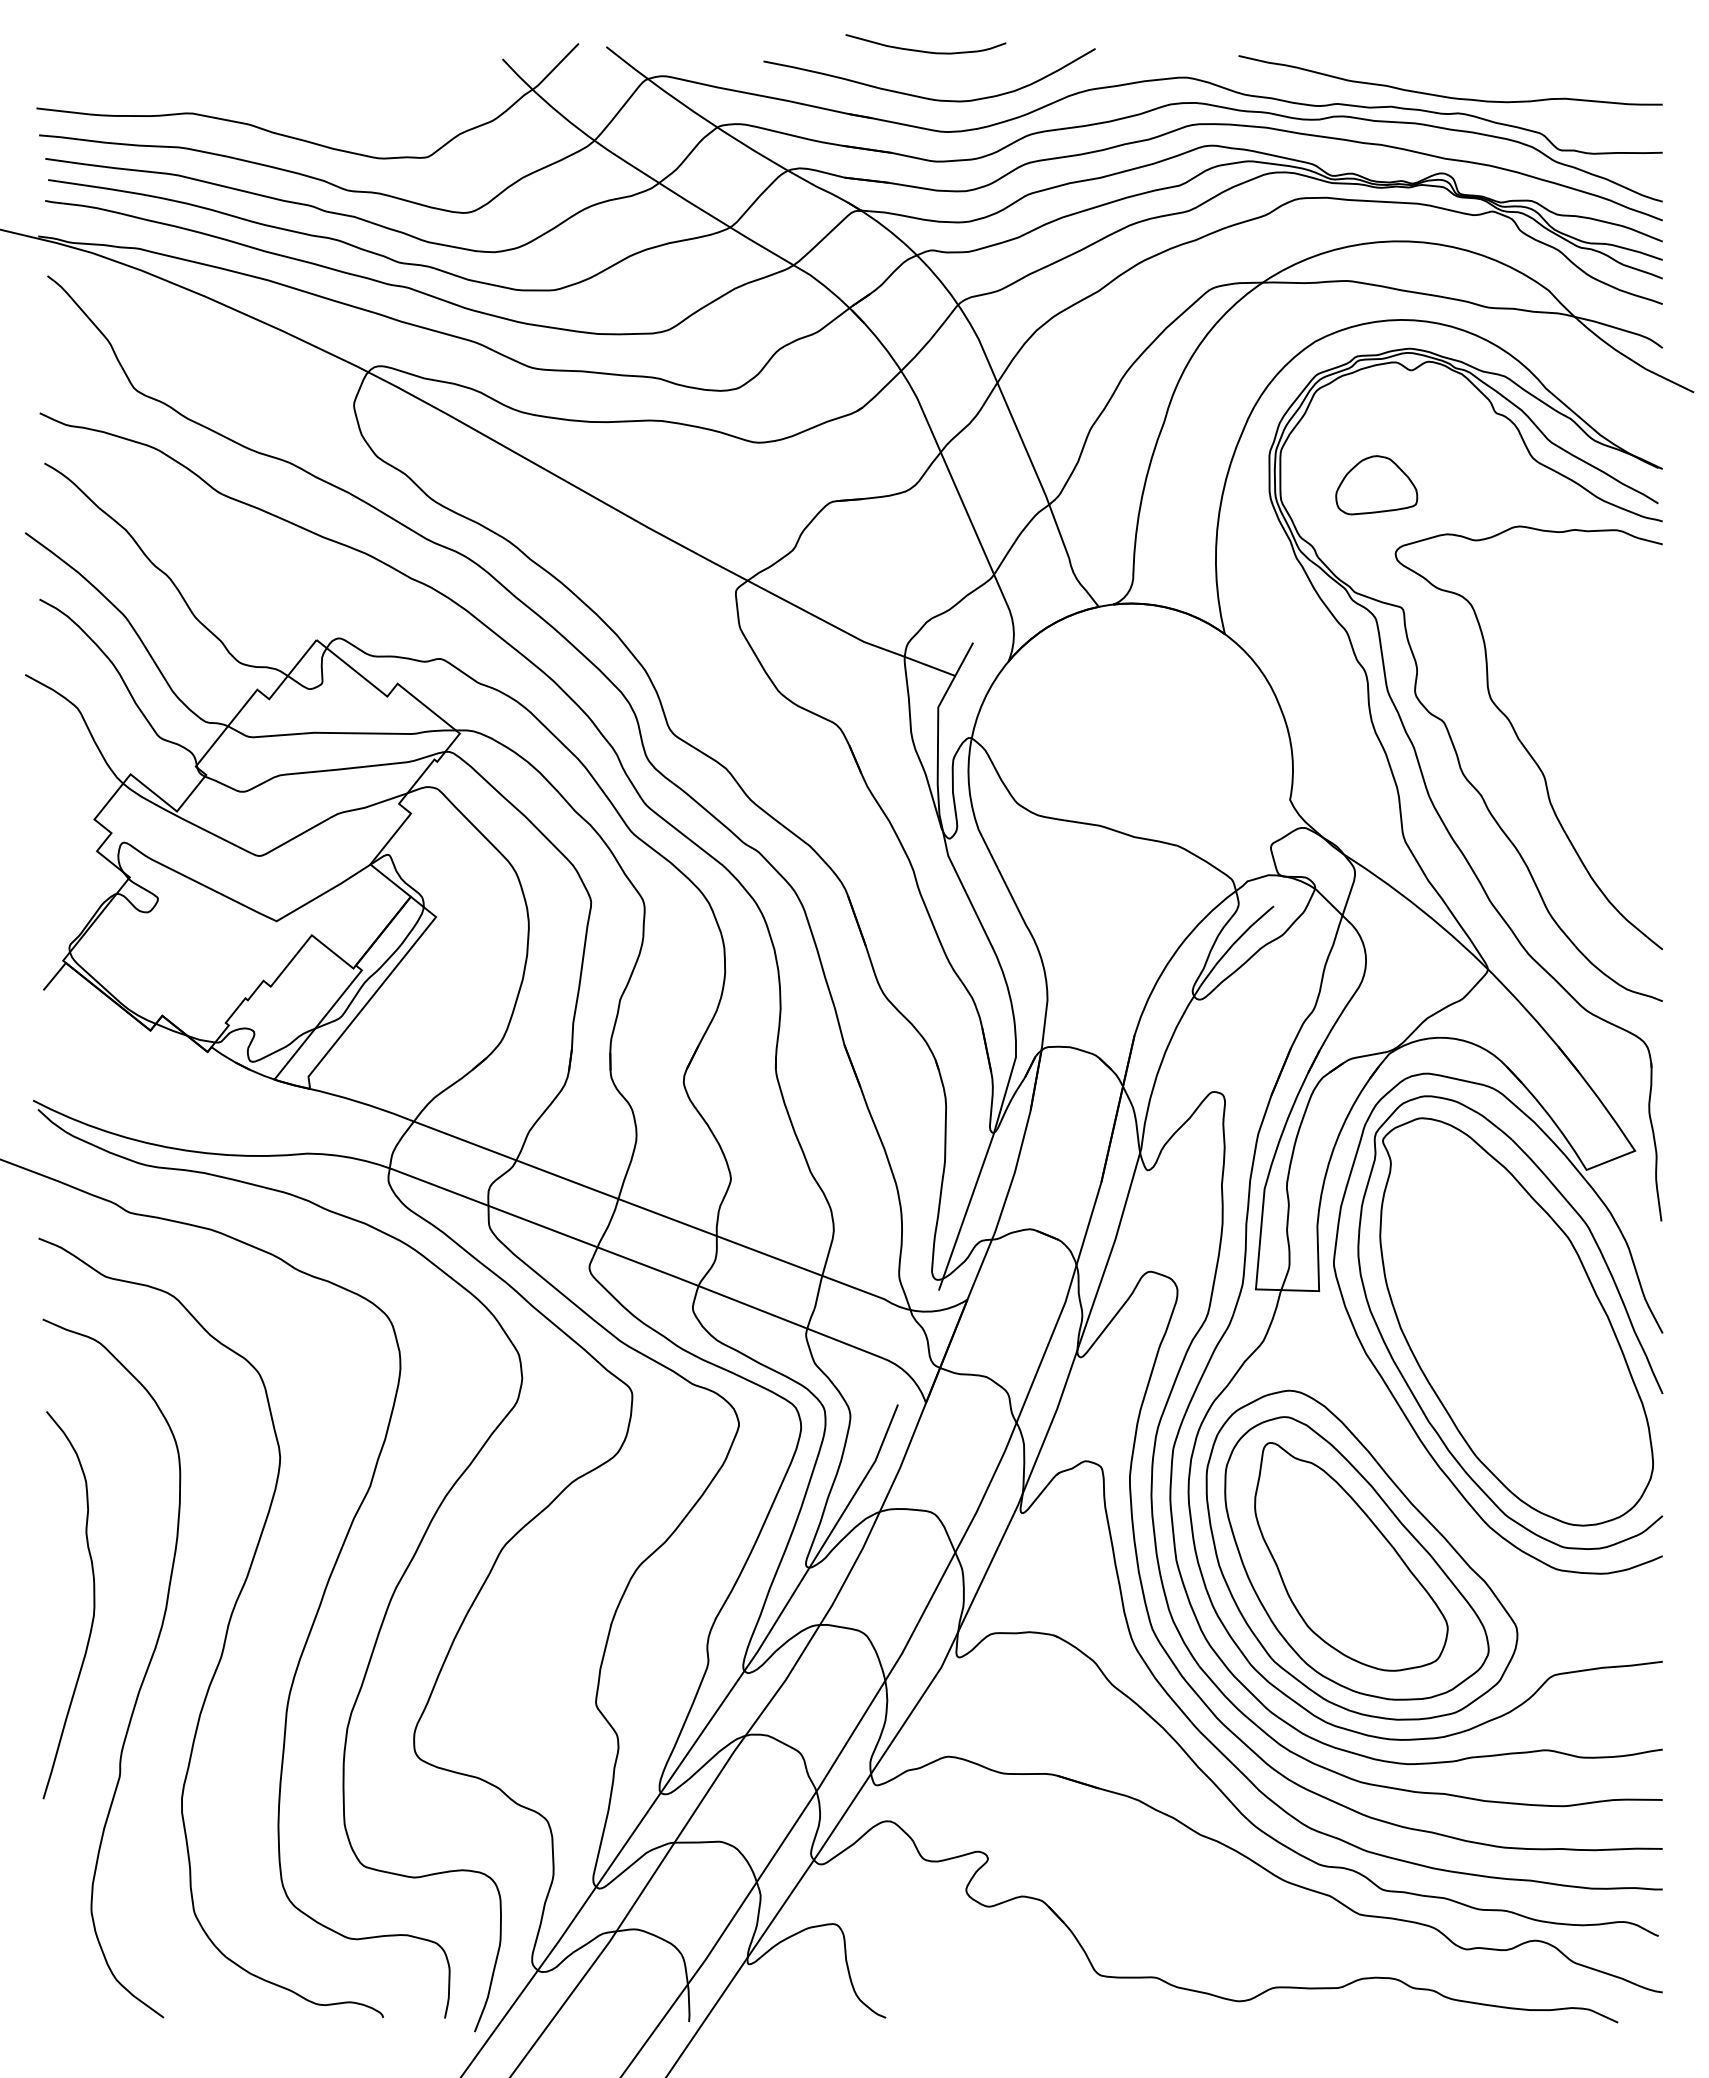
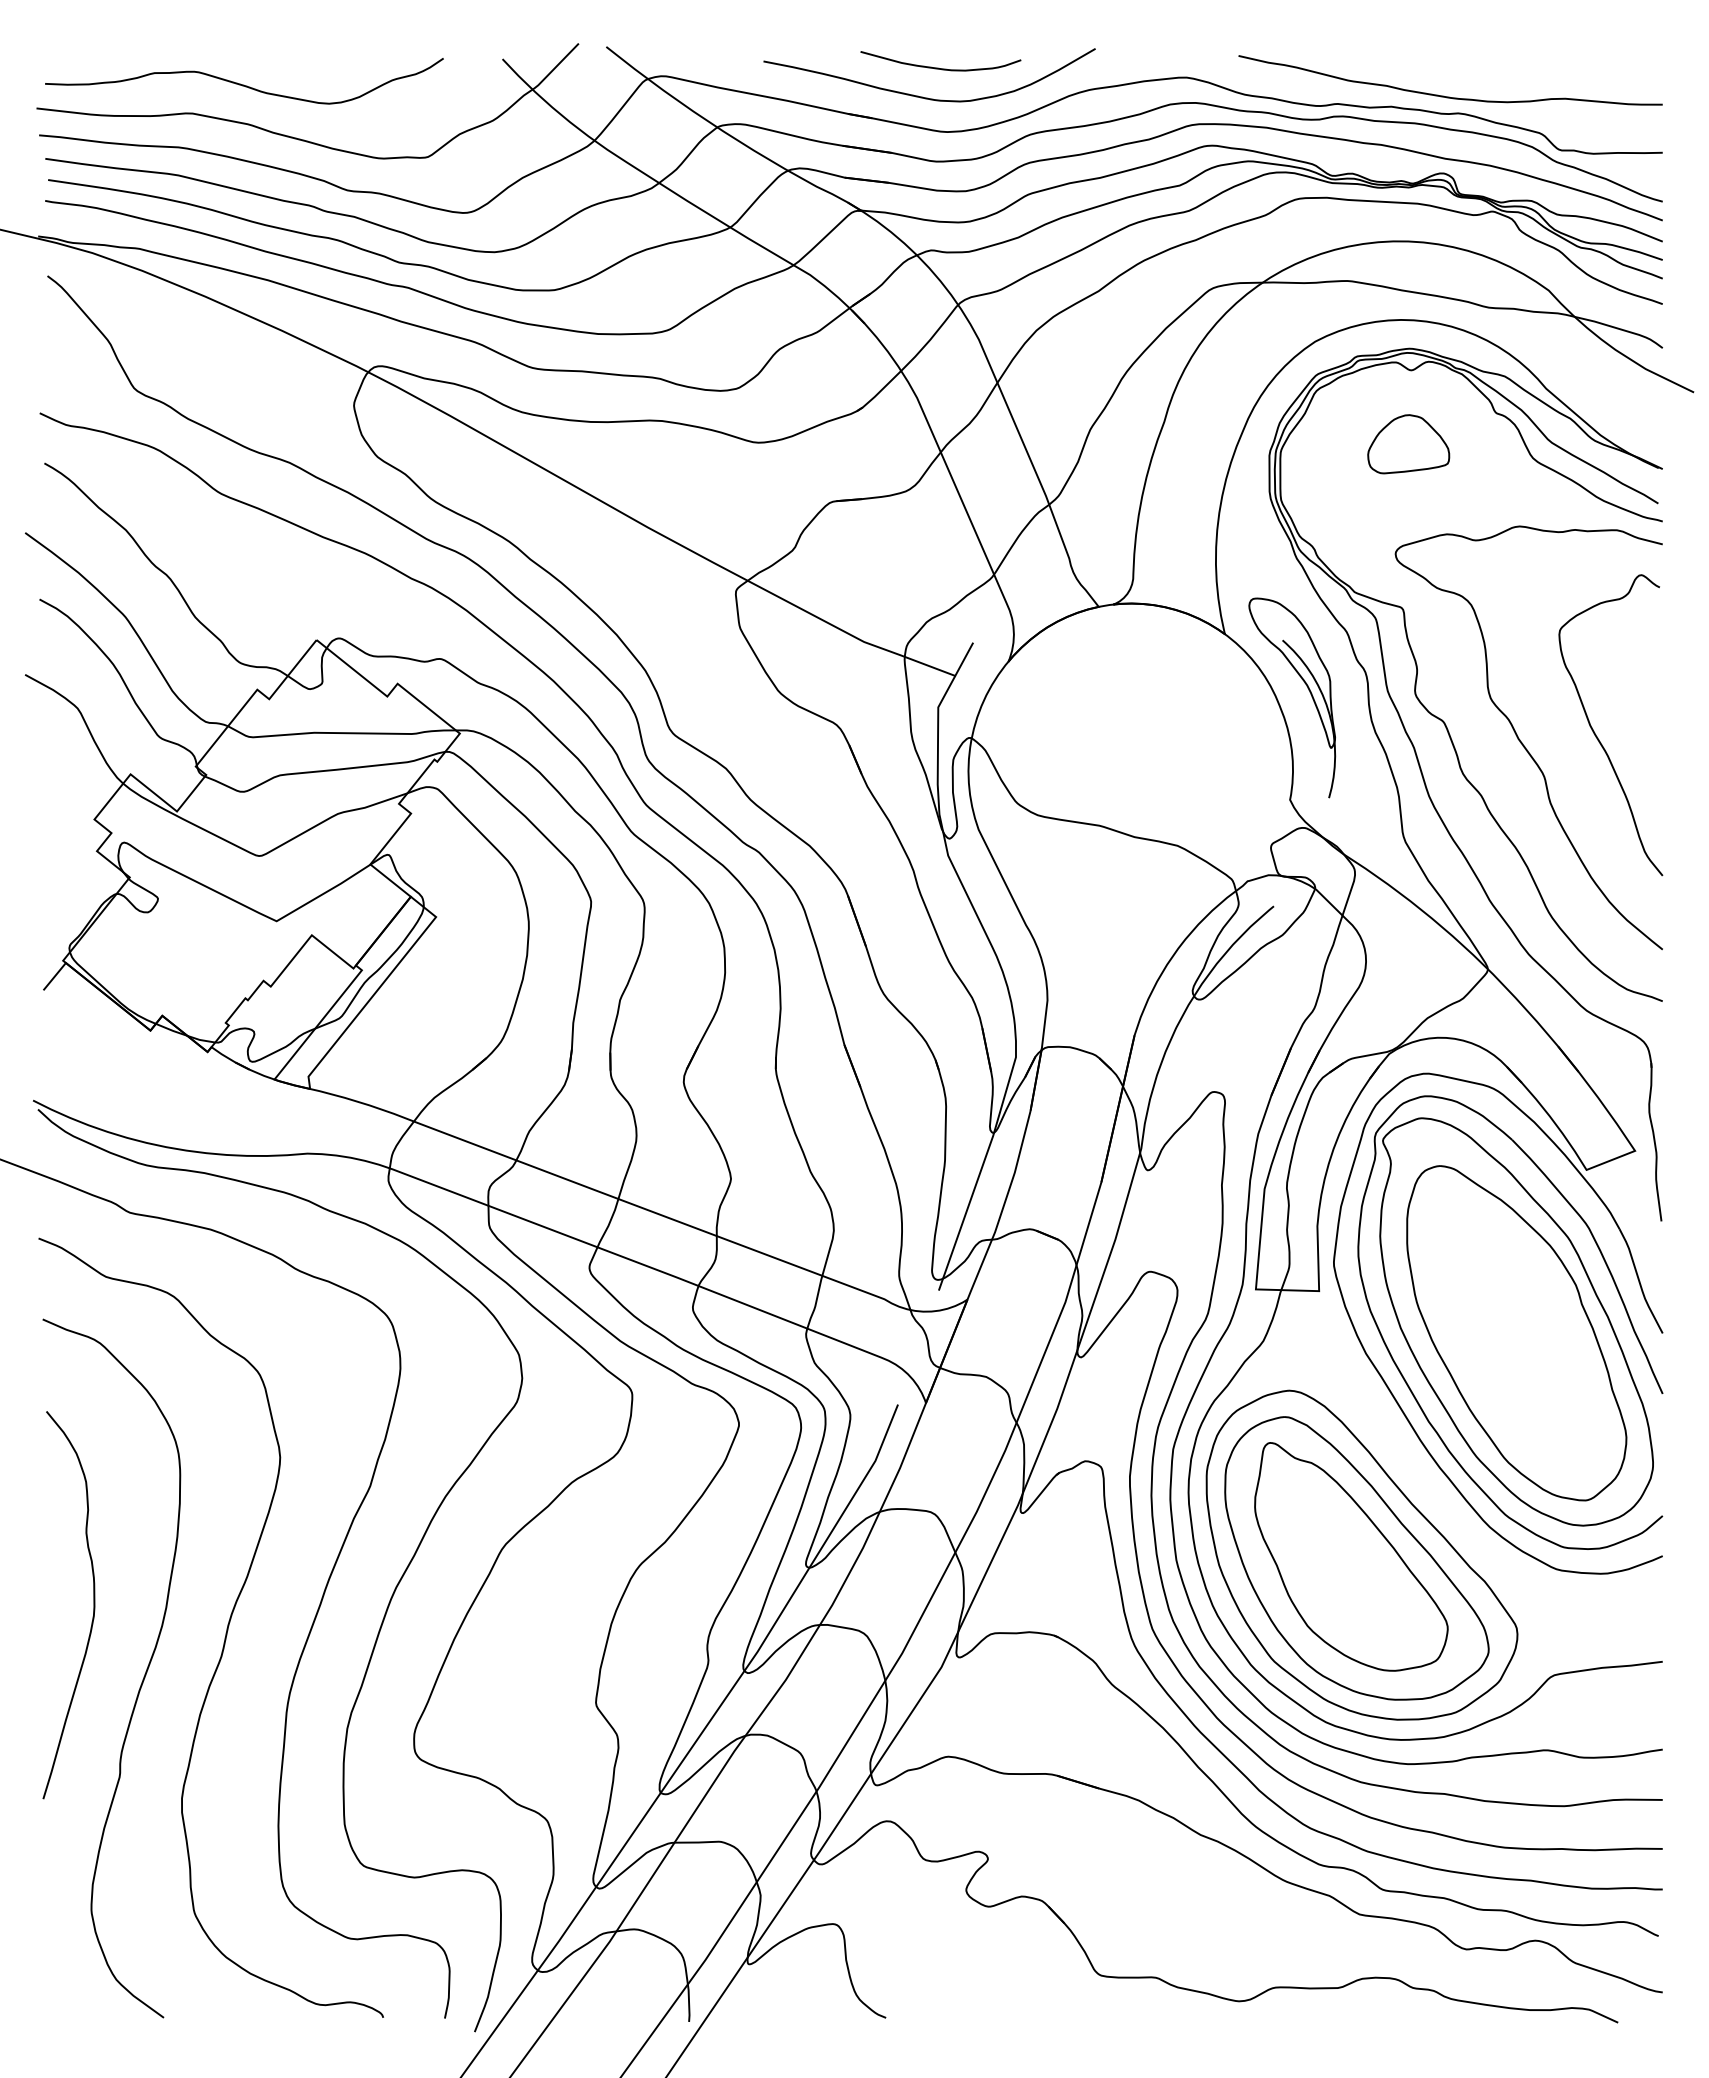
curve at (923, 50) position: (923, 50) -> (938, 67)
curve at (243, 84): none -> present
part at (1376, 485) position: (1376, 485) -> (1408, 444)
part at (1308, 690): none -> present
curve at (1595, 732): none -> present
part at (1516, 1333): none -> present
